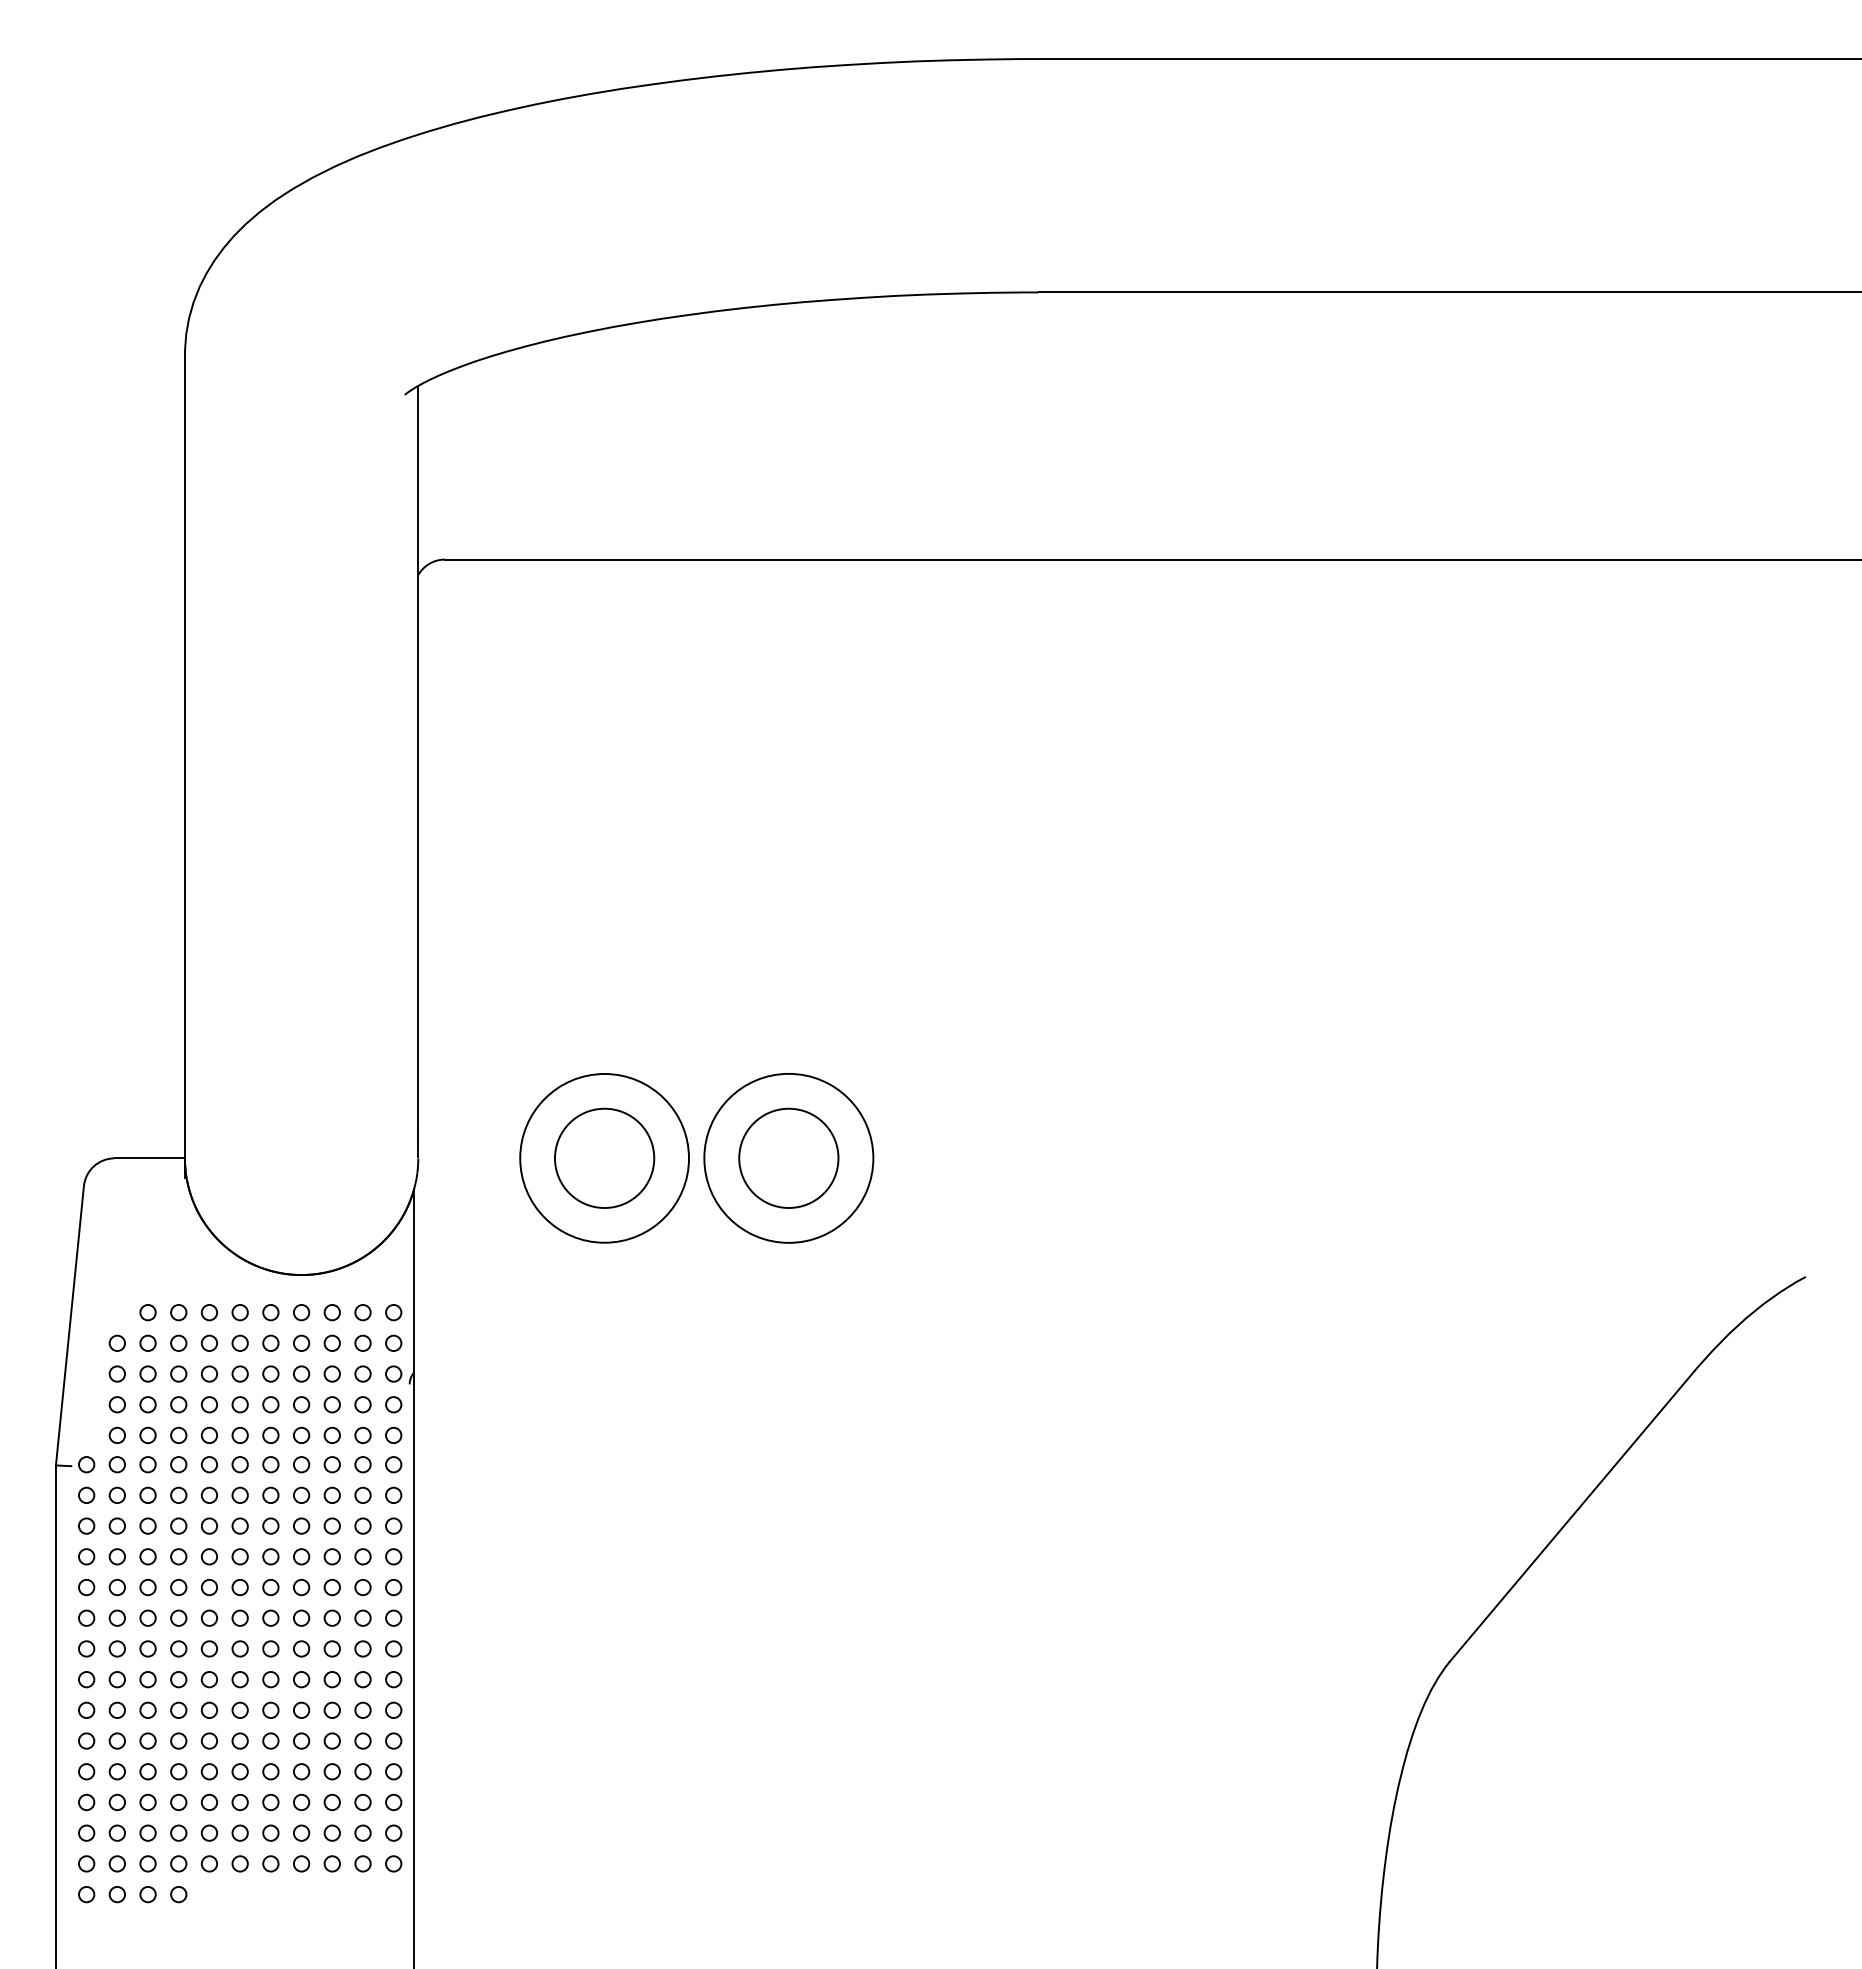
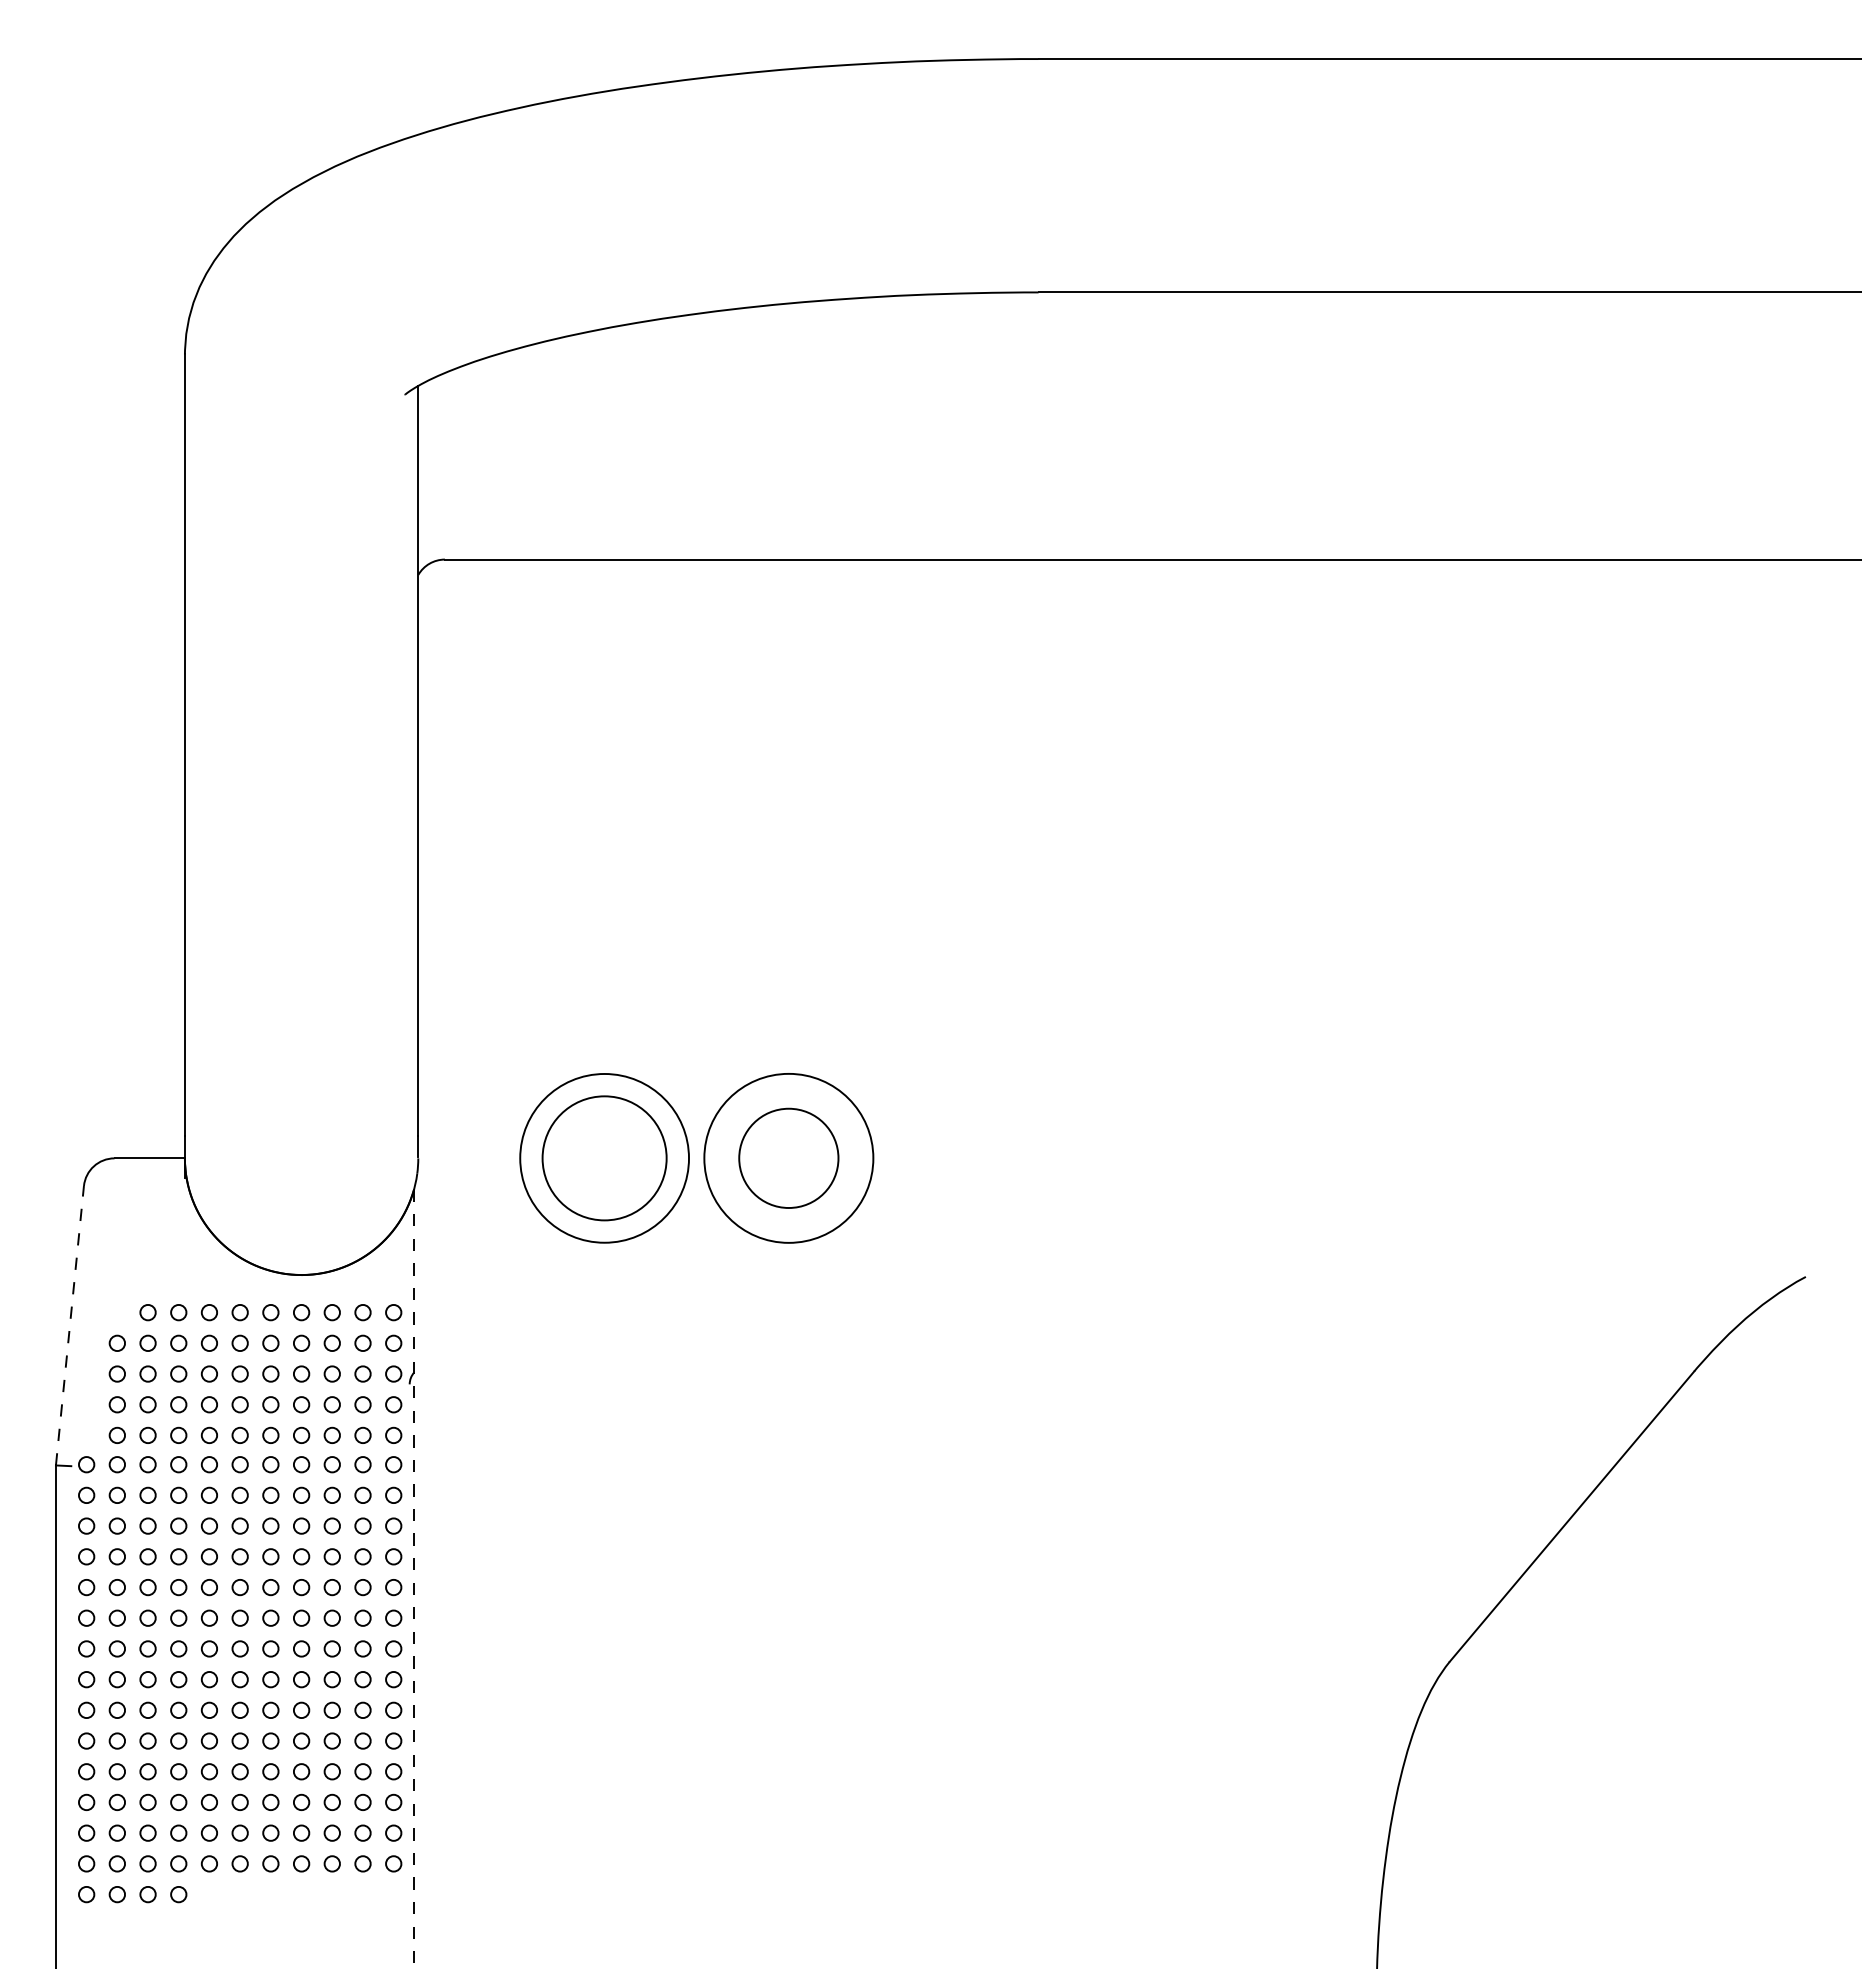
circle at (604, 1157) diameter: 99 px -> 124 px
line at (70, 1325): solid -> dashed
line at (414, 1578): solid -> dashed
